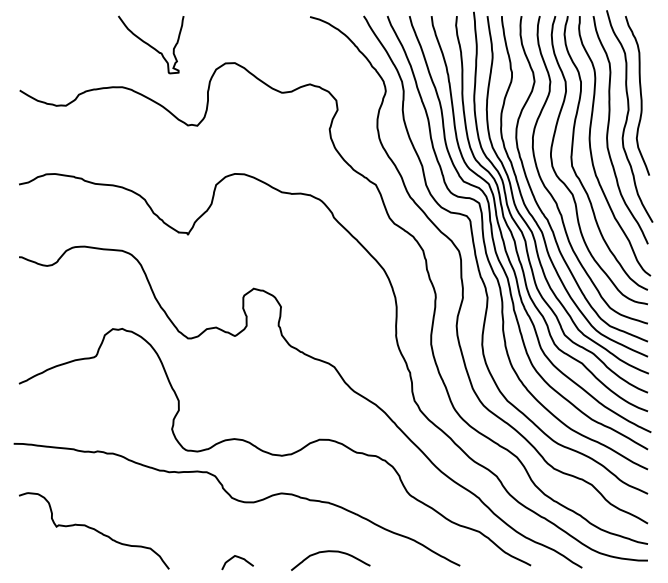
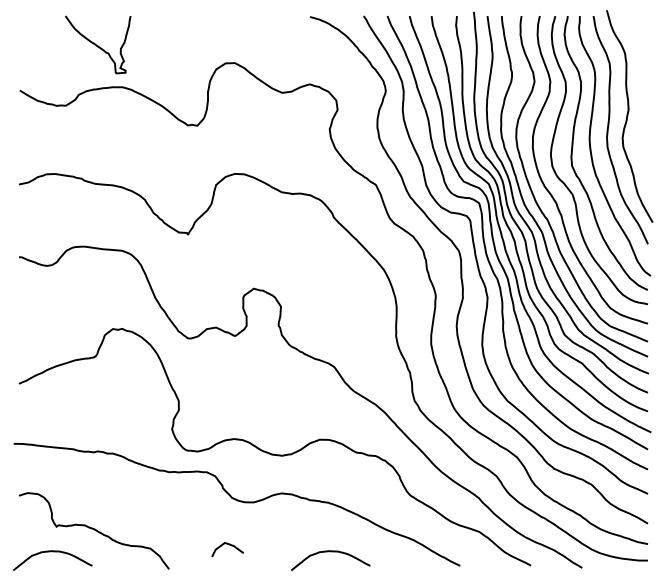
curve at (151, 45) position: (151, 45) -> (98, 45)
curve at (640, 95): present -> none
curve at (52, 552): none -> present
curve at (239, 558) position: (239, 558) -> (229, 545)
